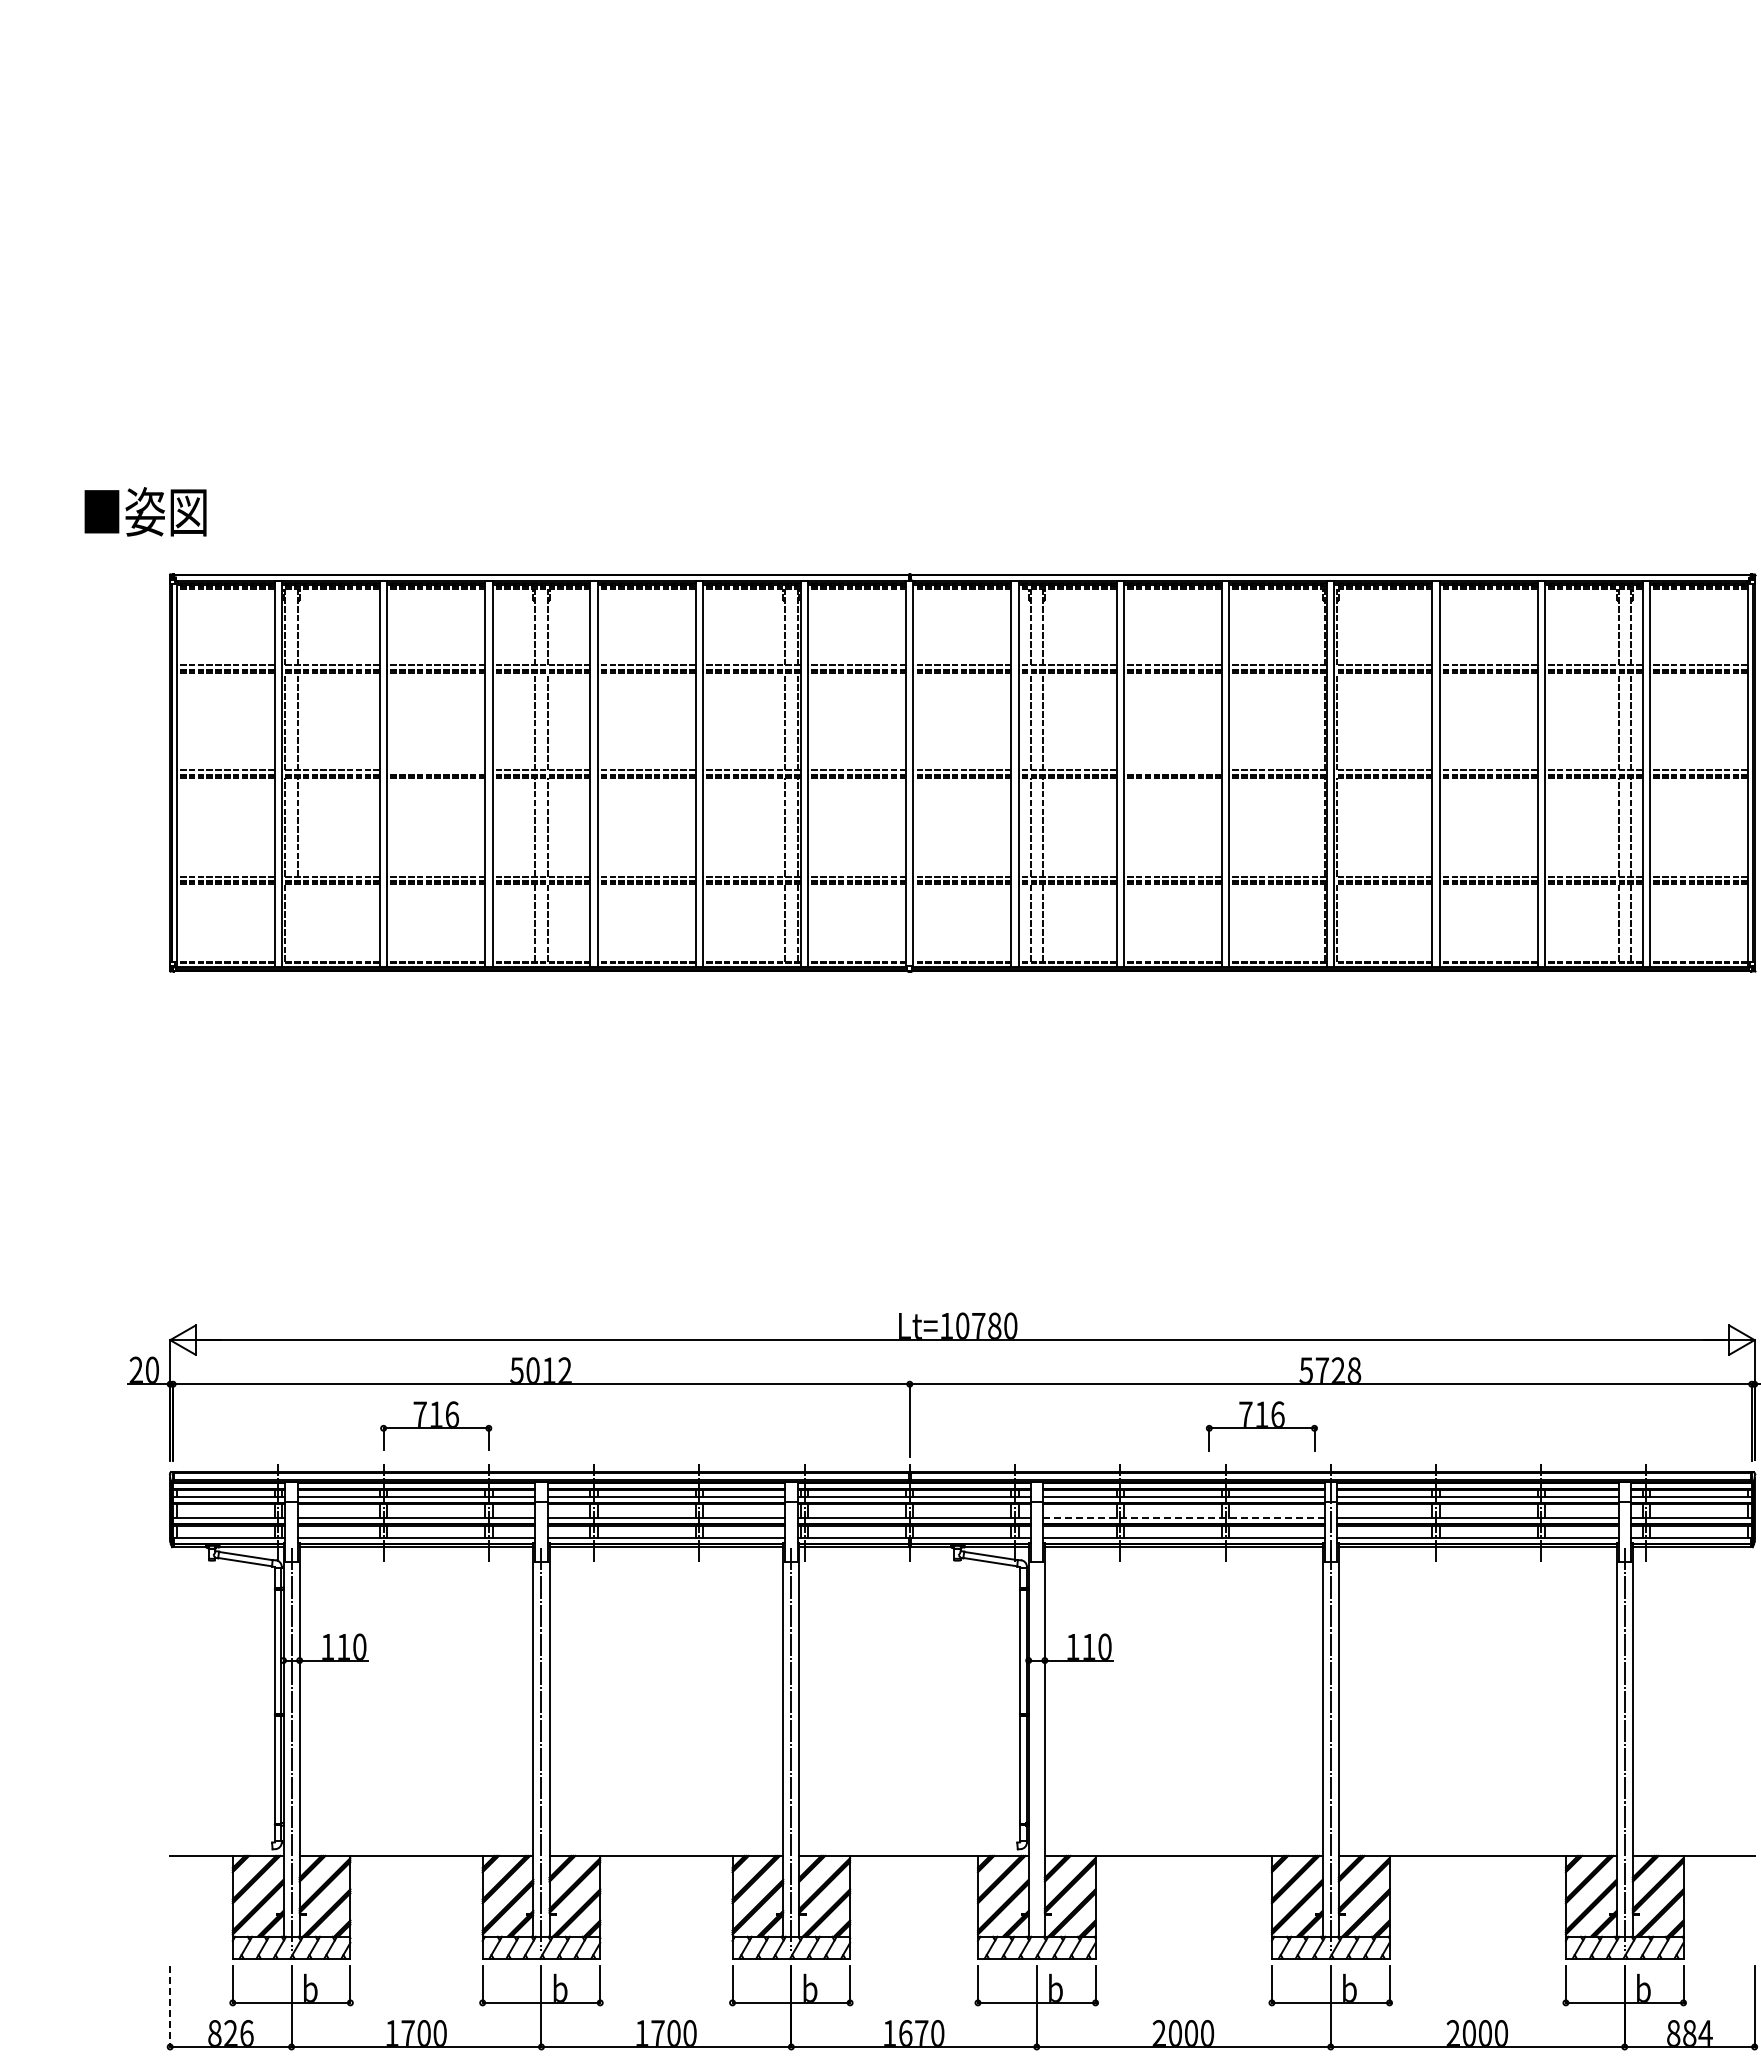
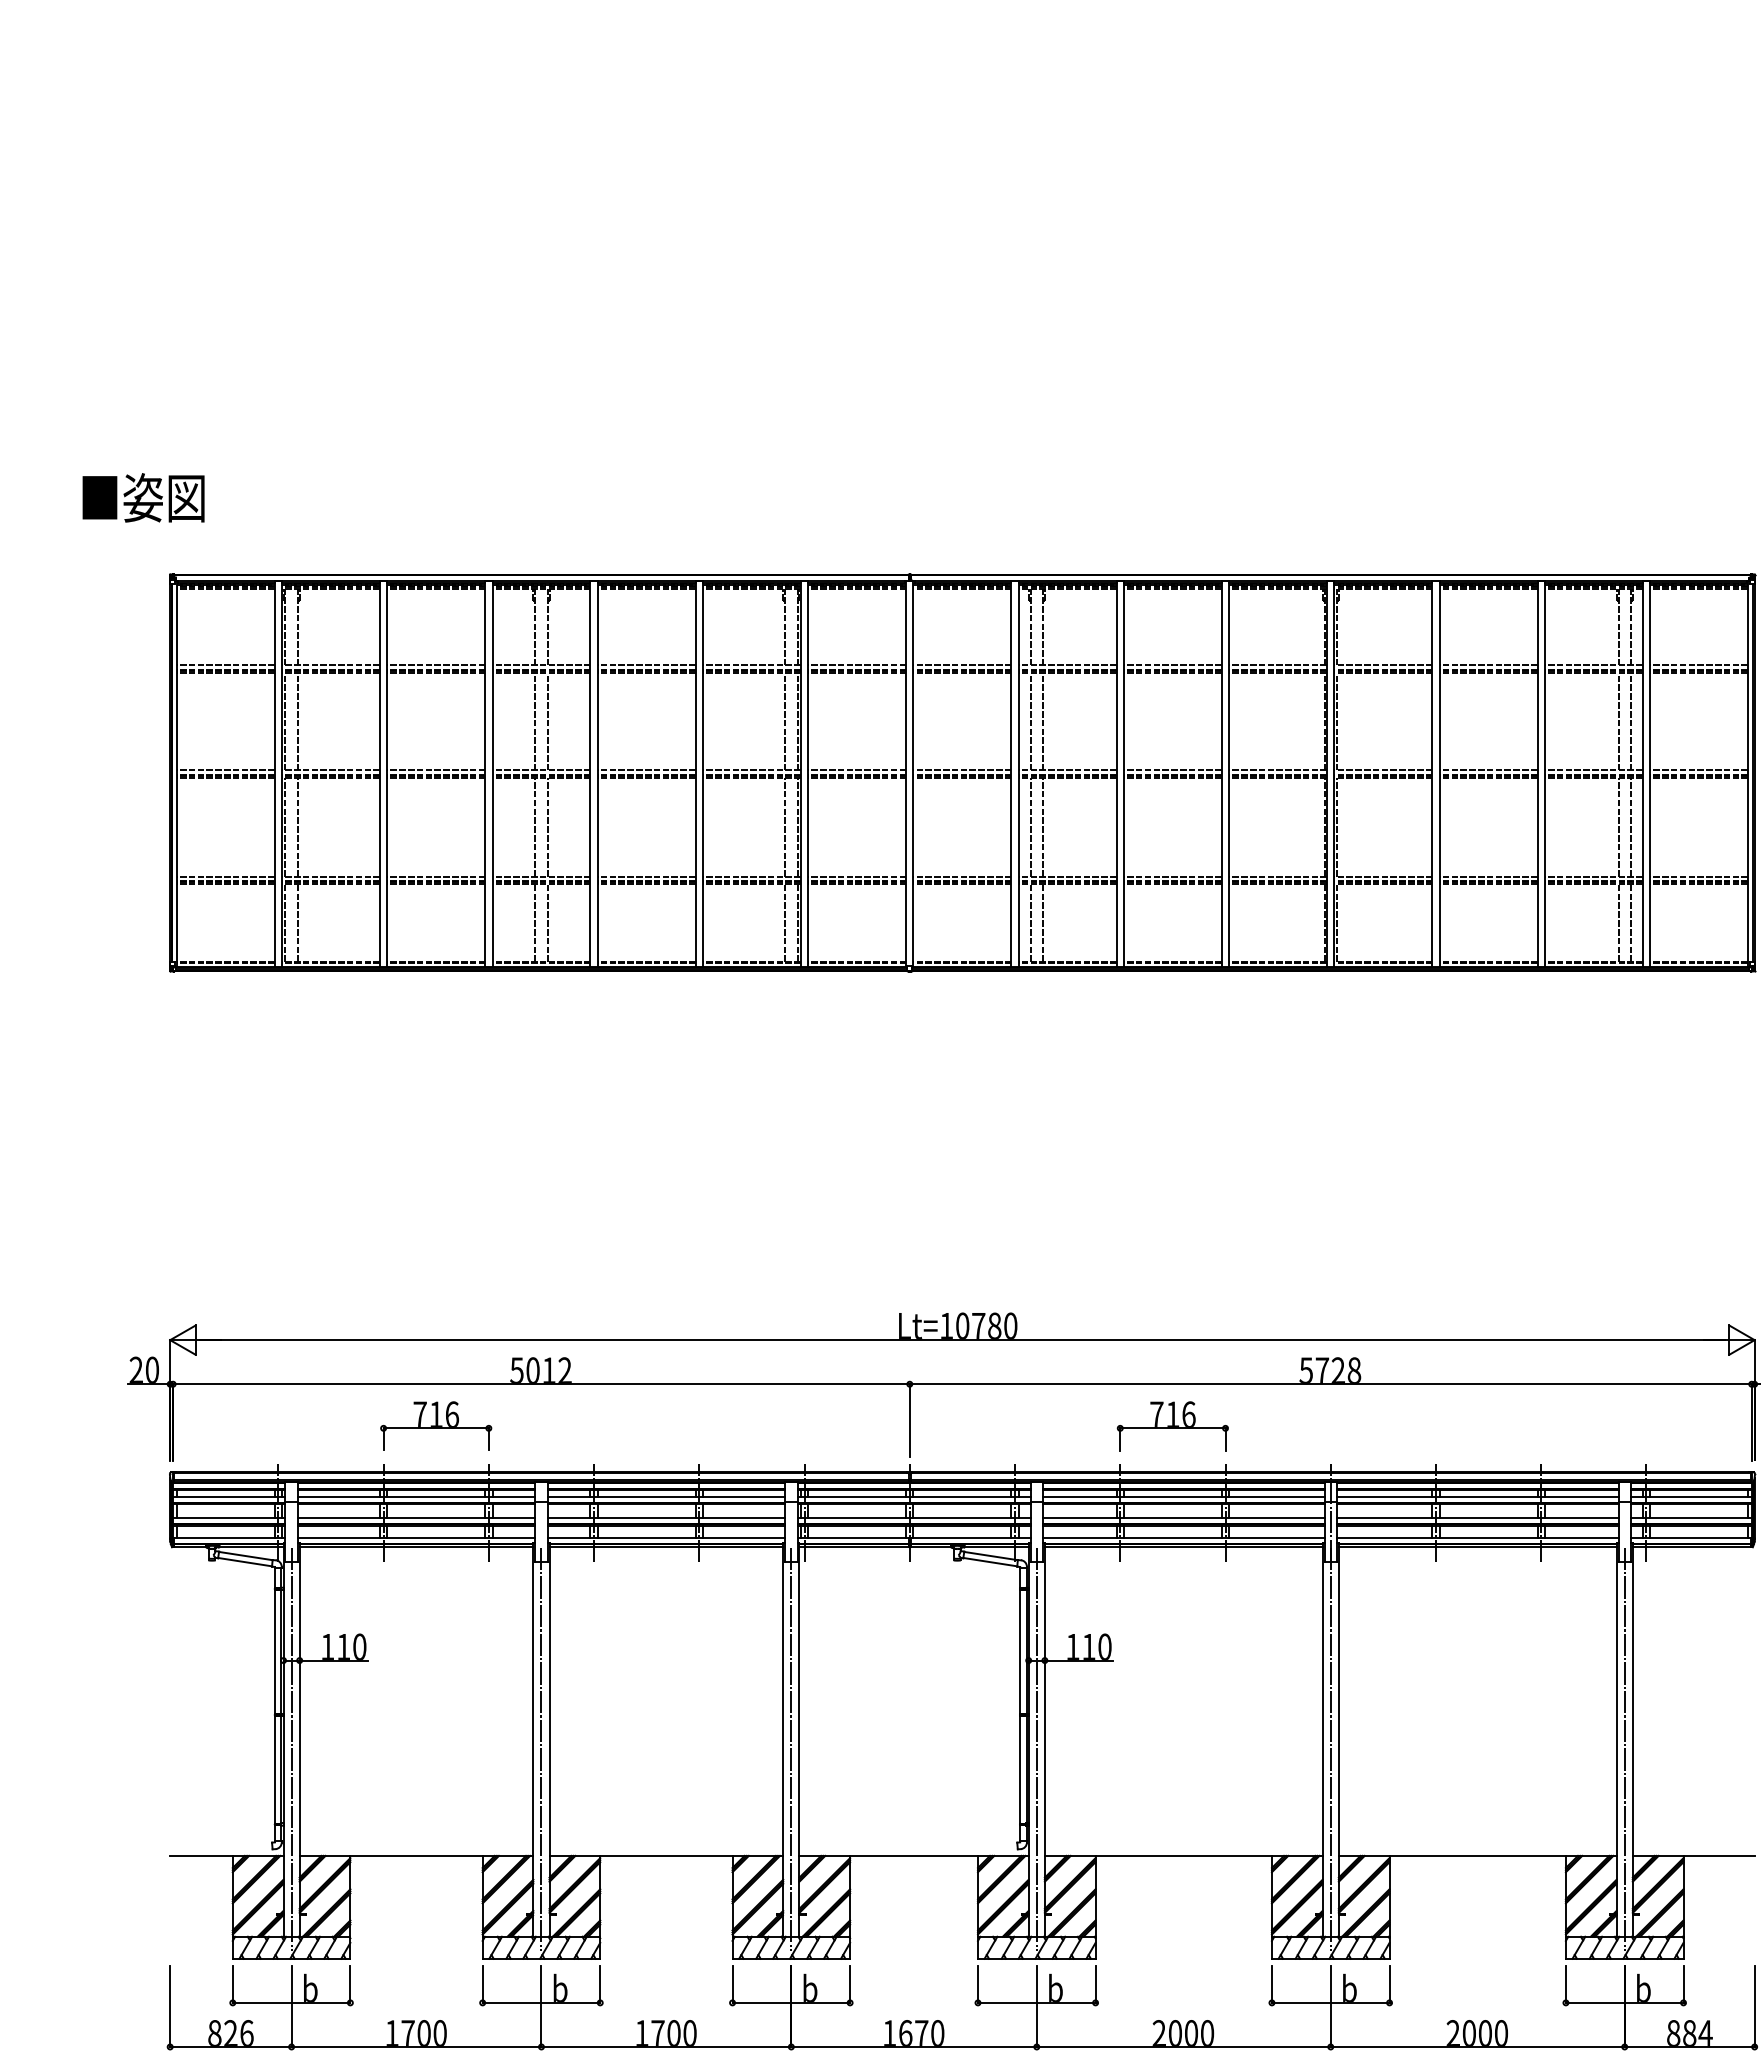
text at (145, 511) position: (145, 511) -> (143, 497)
line at (436, 770): none -> present
line at (1172, 770): none -> present
line at (297, 922): none -> present
part at (1261, 1426) position: (1261, 1426) -> (1172, 1426)
line at (1183, 1518): dashed -> solid
line at (1036, 1749): none -> present
line at (170, 2007): dashed -> solid
